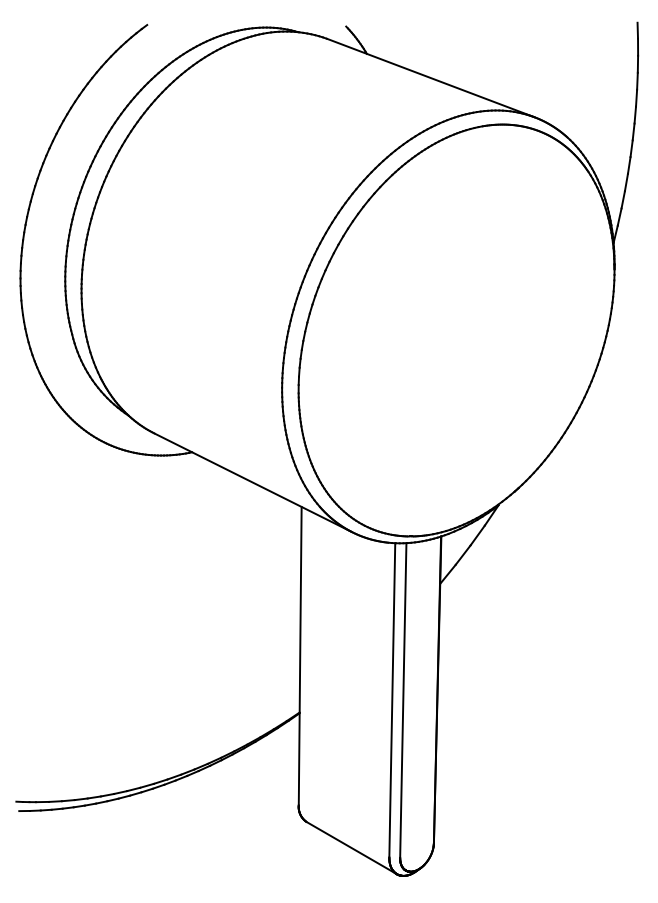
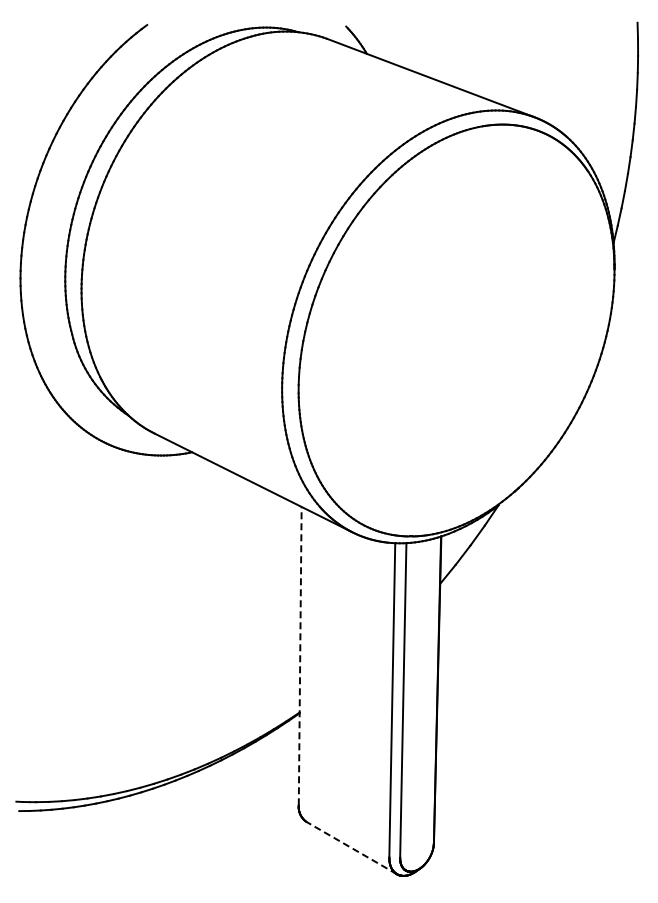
line at (300, 655): solid -> dashed
line at (351, 847): solid -> dashed
